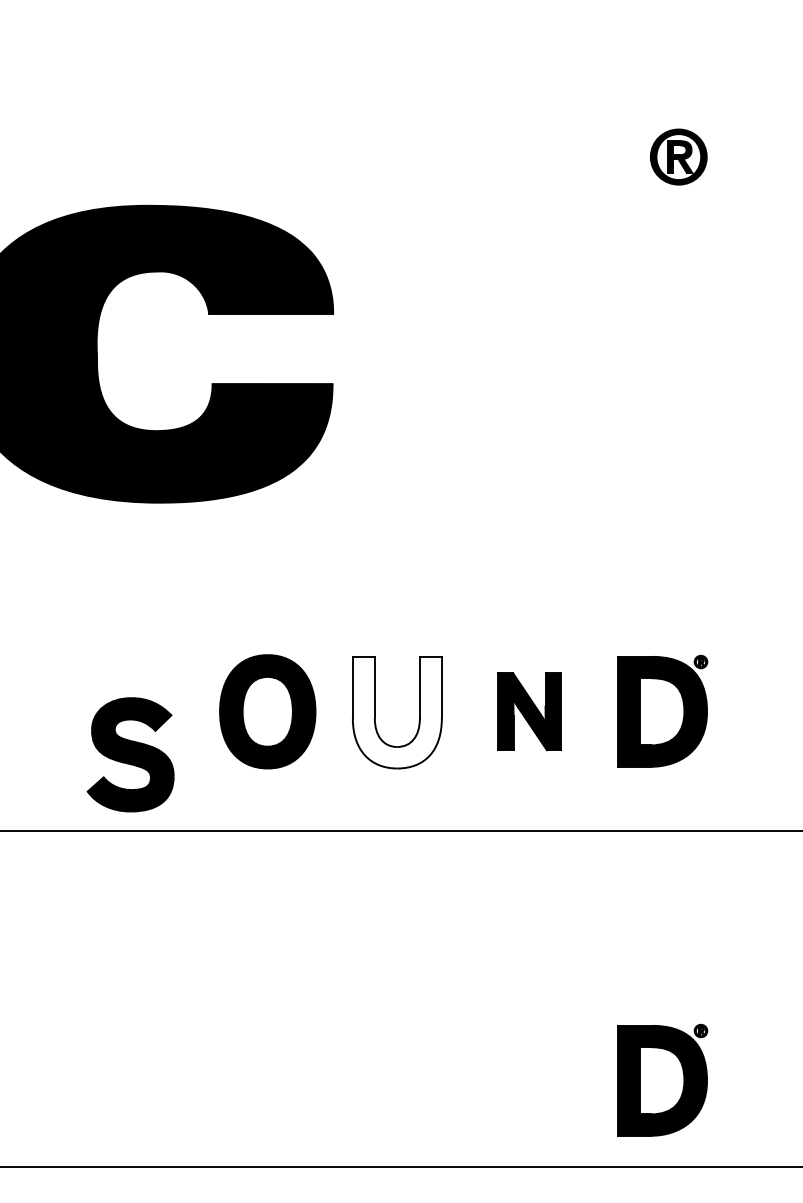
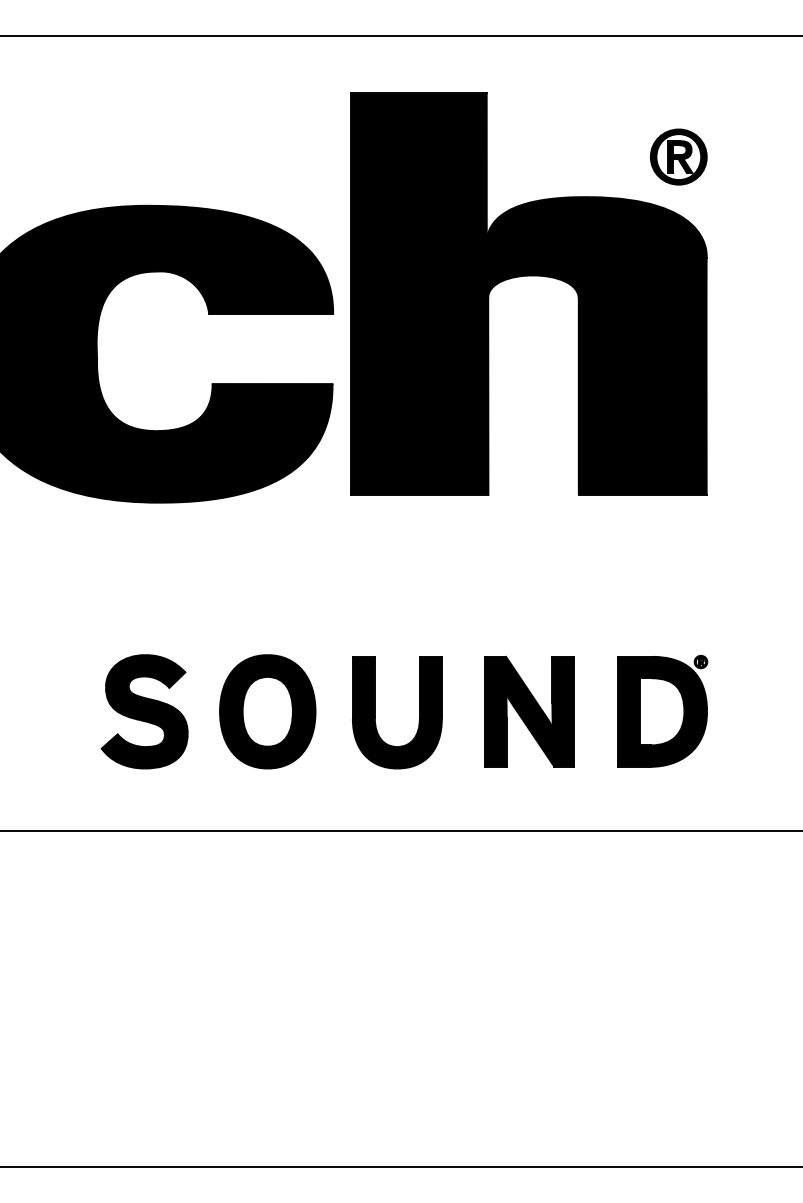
line at (400, 36): none -> present
part at (528, 276): none -> present
part at (529, 711) size: 65x80 px -> 91x113 px
fill at (396, 712): none -> present
part at (130, 754) position: (130, 754) -> (144, 711)
part at (662, 1079): present -> none
